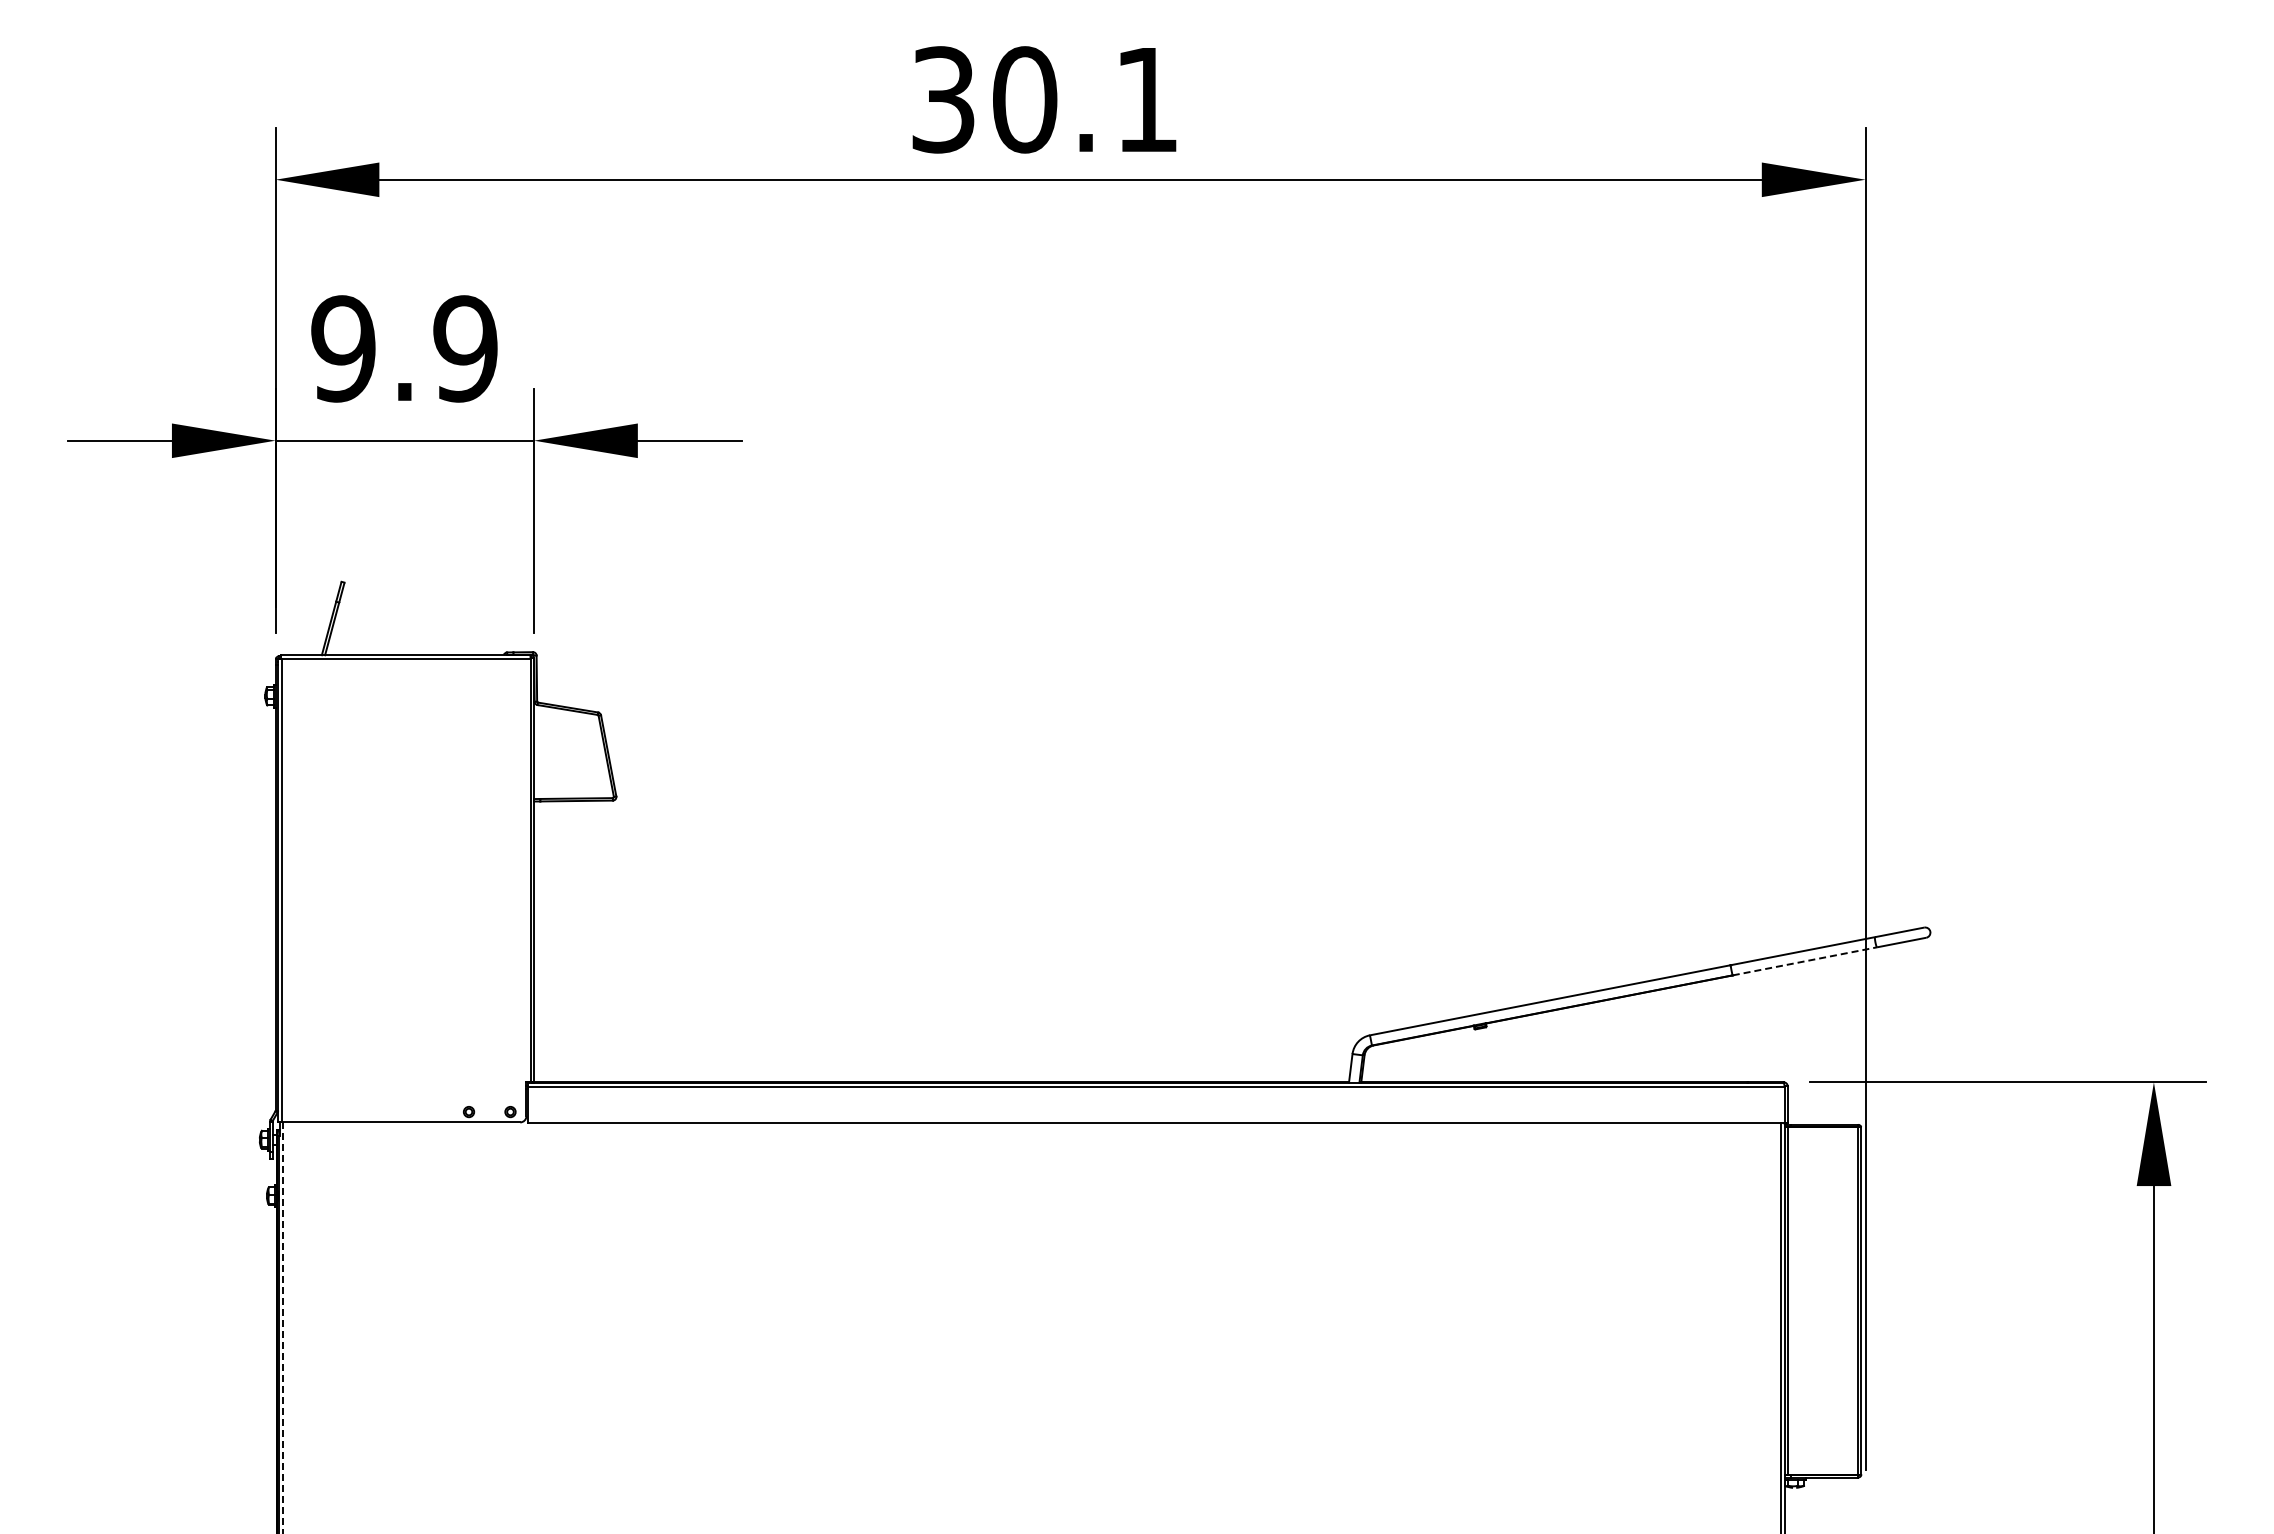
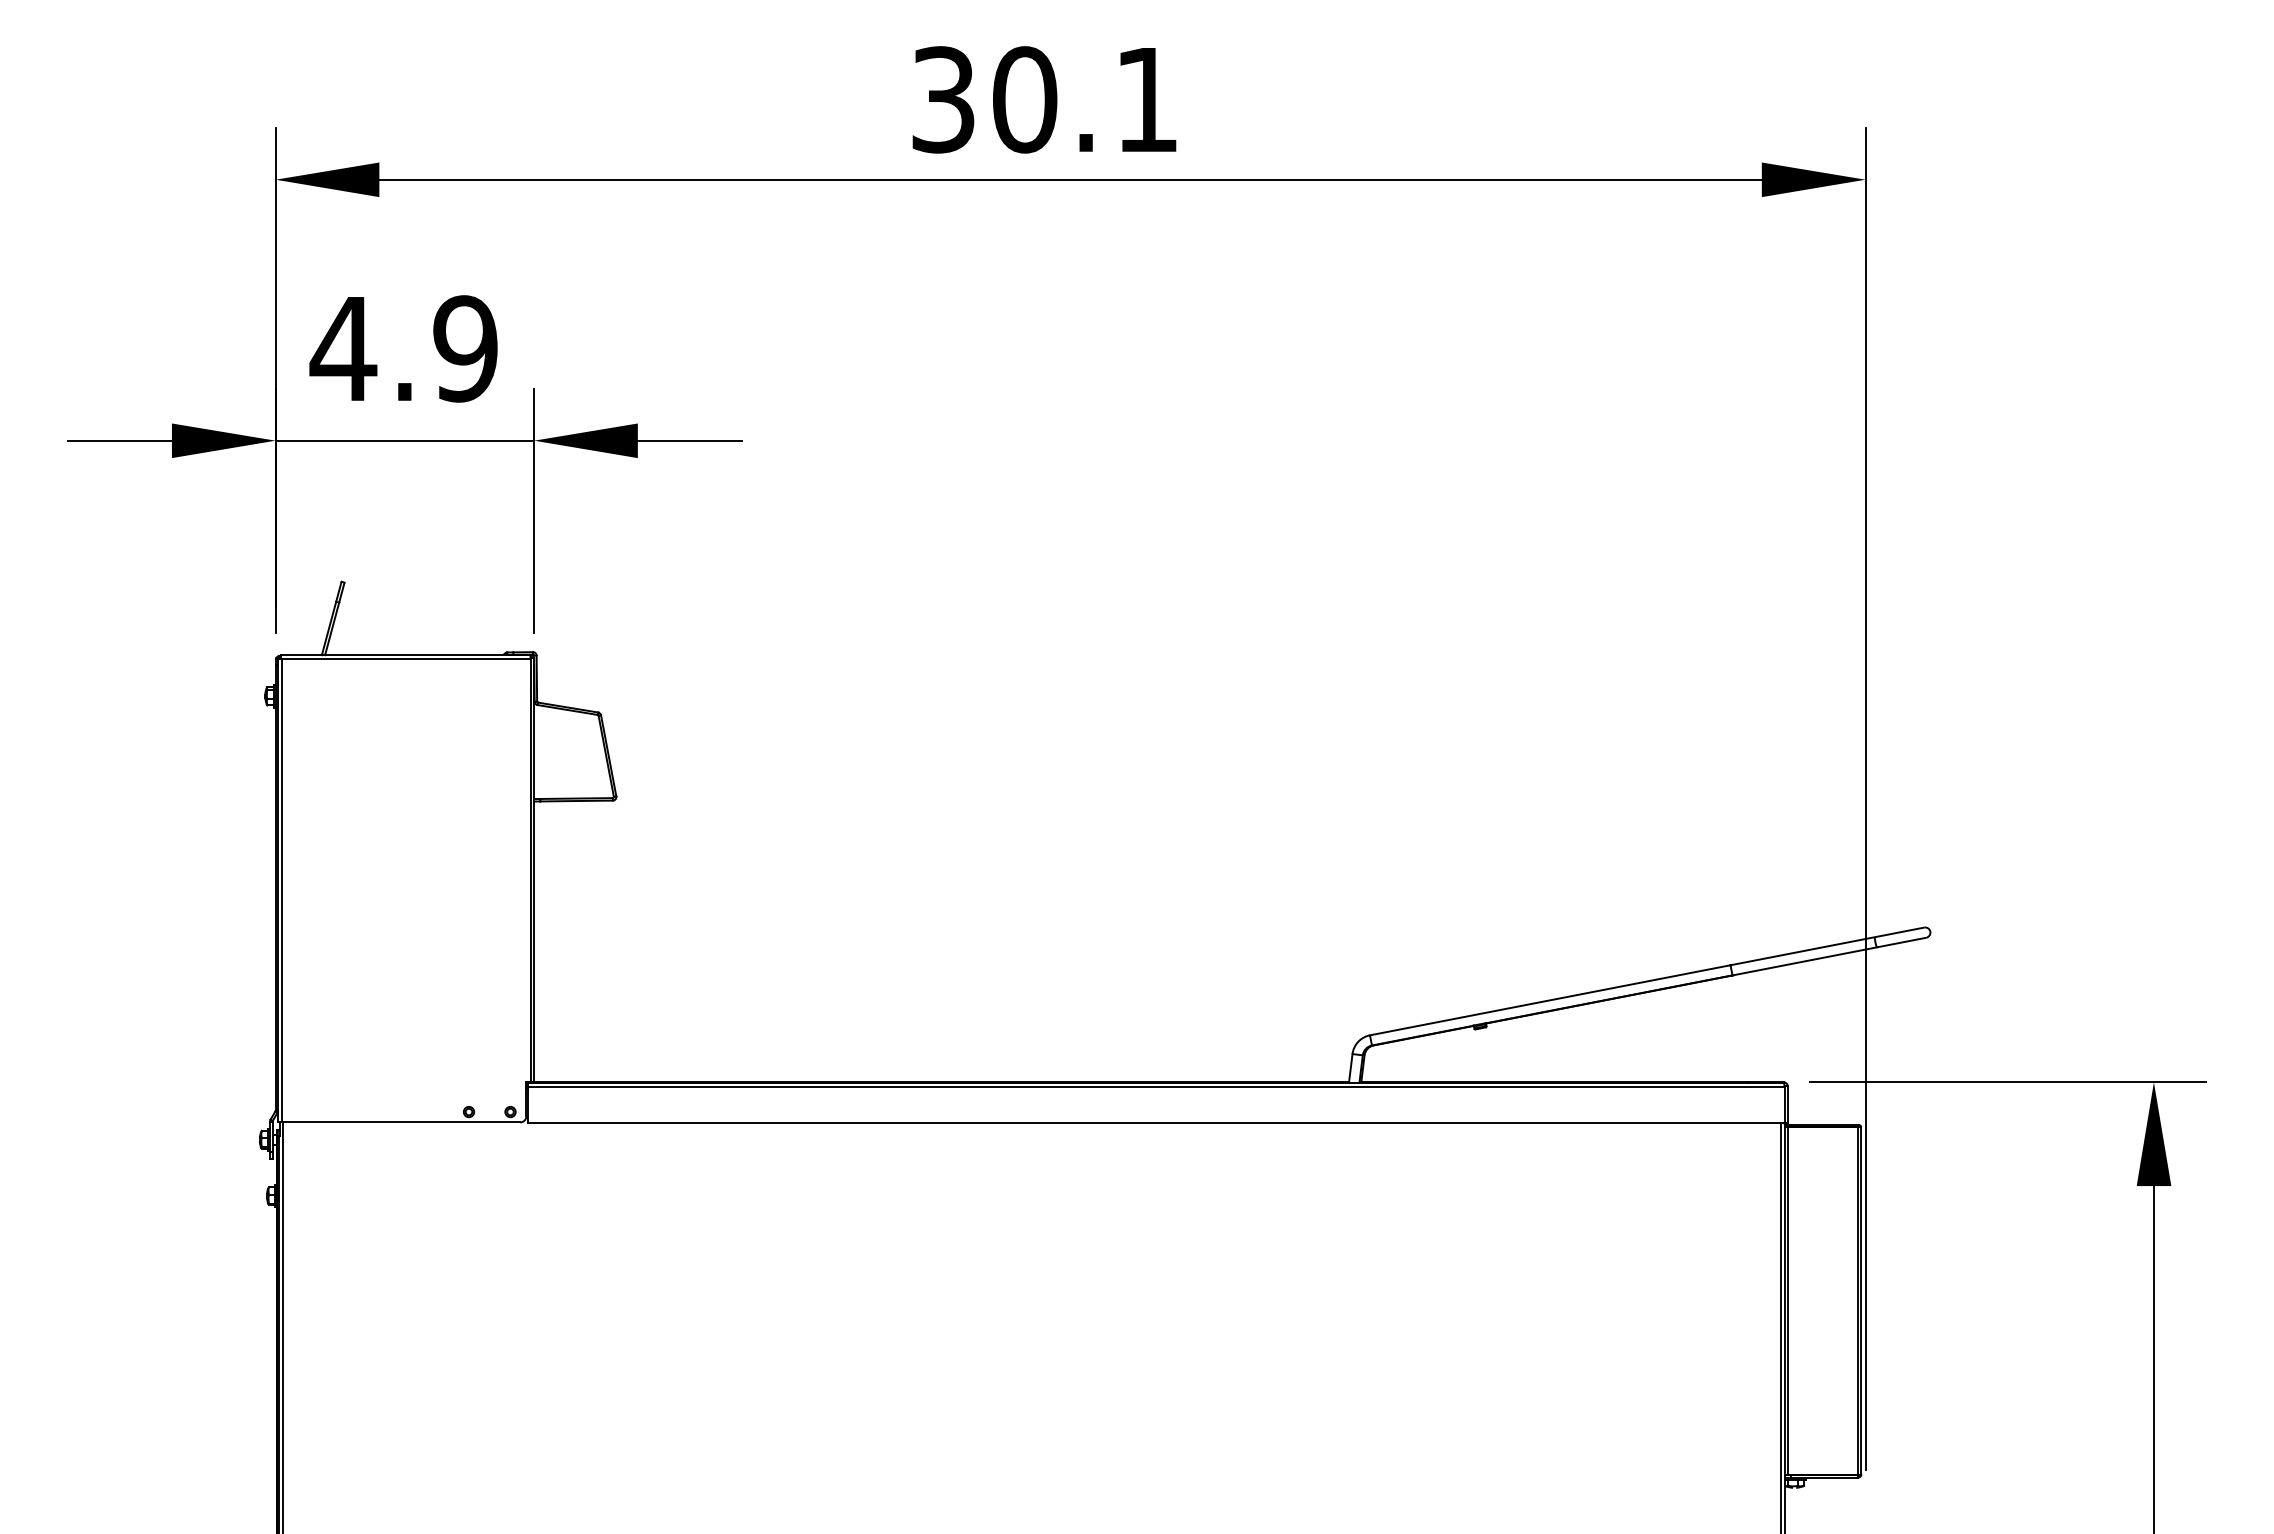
text at (343, 348): 9.9 -> 4.9
line at (1805, 961): dashed -> solid
line at (283, 1328): dashed -> solid
